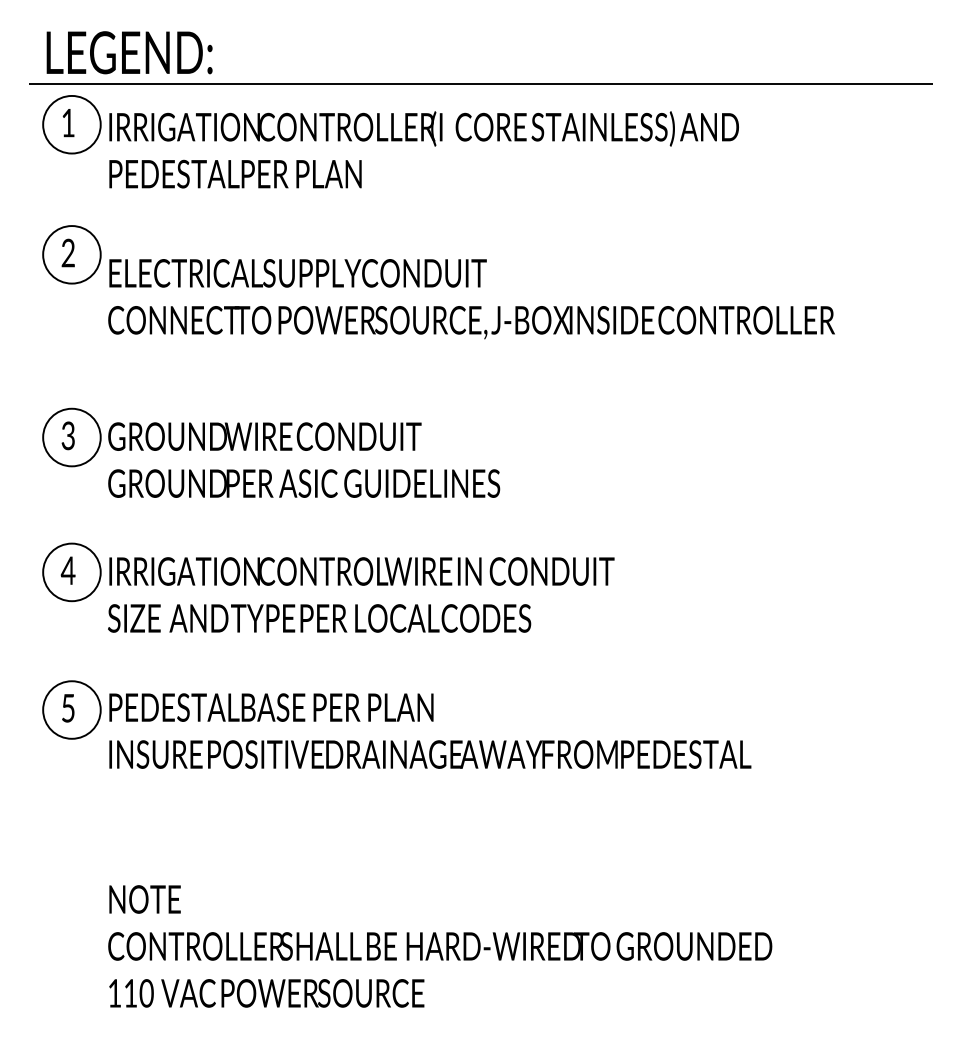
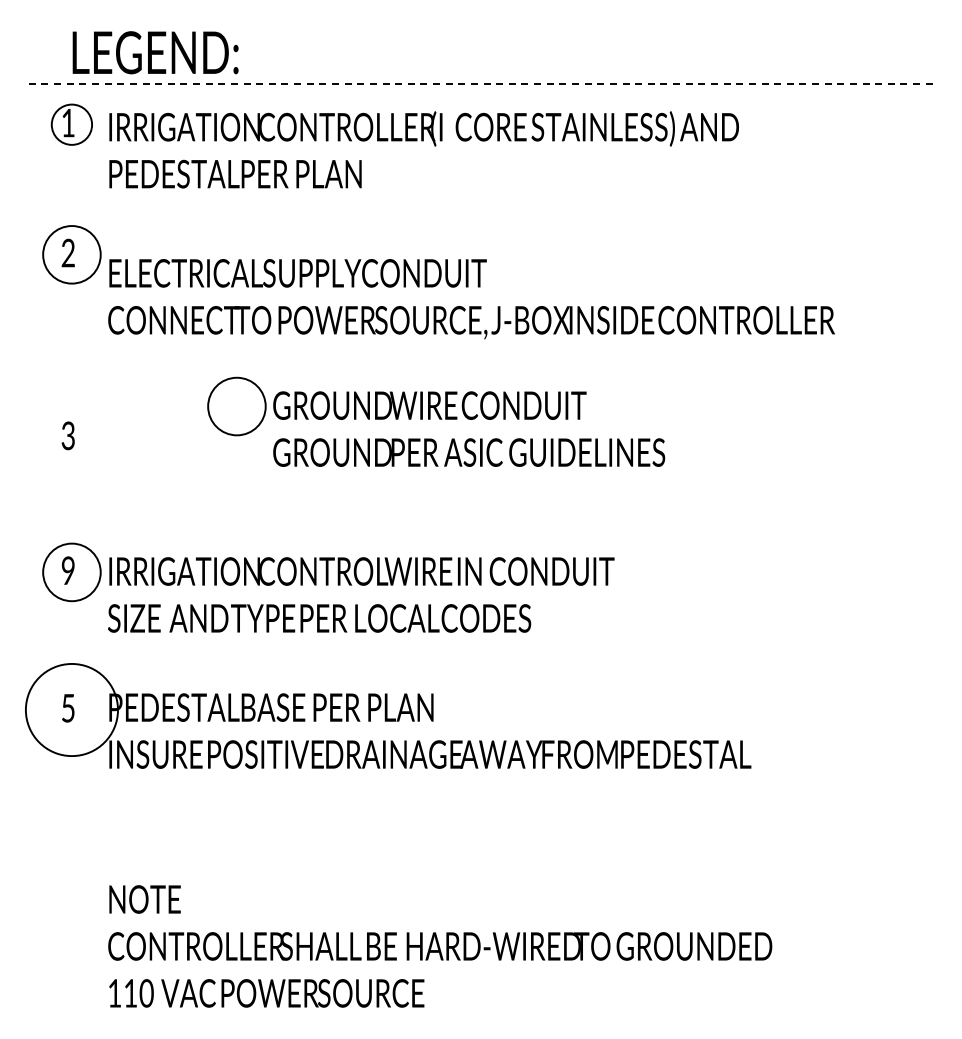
text at (129, 52) position: (129, 52) -> (155, 52)
line at (481, 84): solid -> dashed
circle at (71, 124) diameter: 58 px -> 40 px
part at (271, 452) position: (271, 452) -> (436, 421)
text at (67, 570): 4 -> 9
circle at (71, 709) diameter: 58 px -> 92 px
